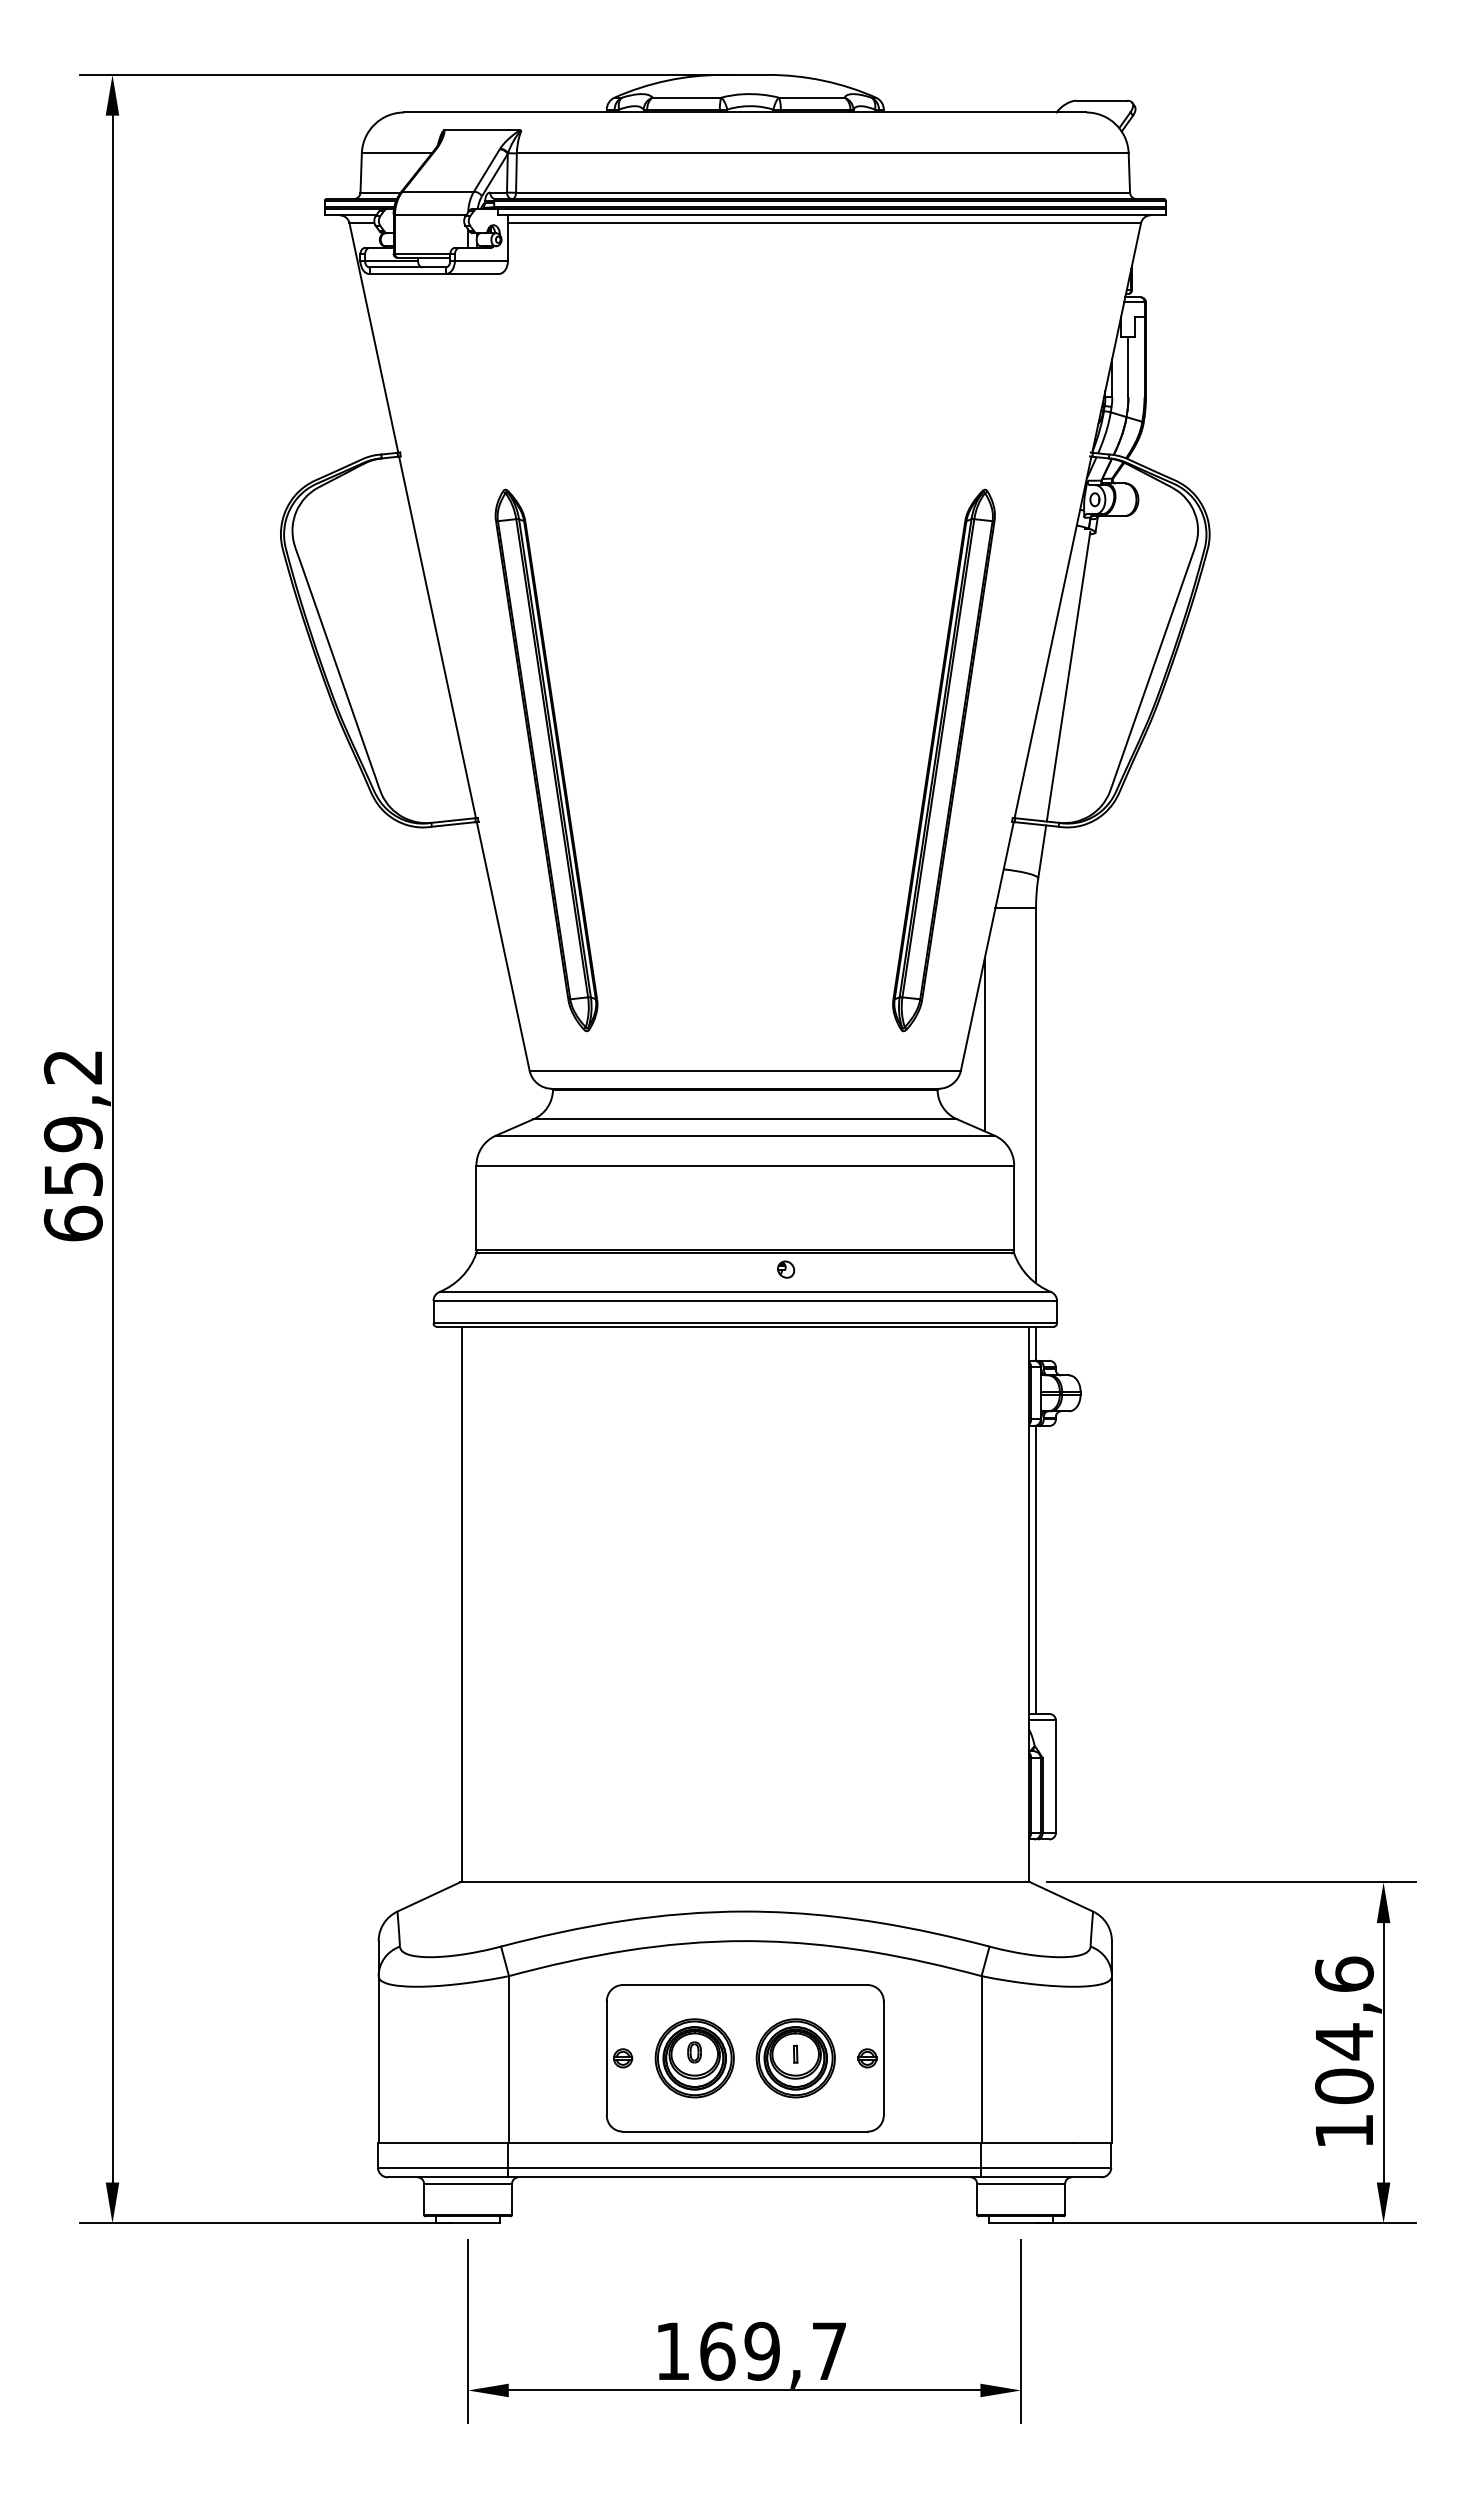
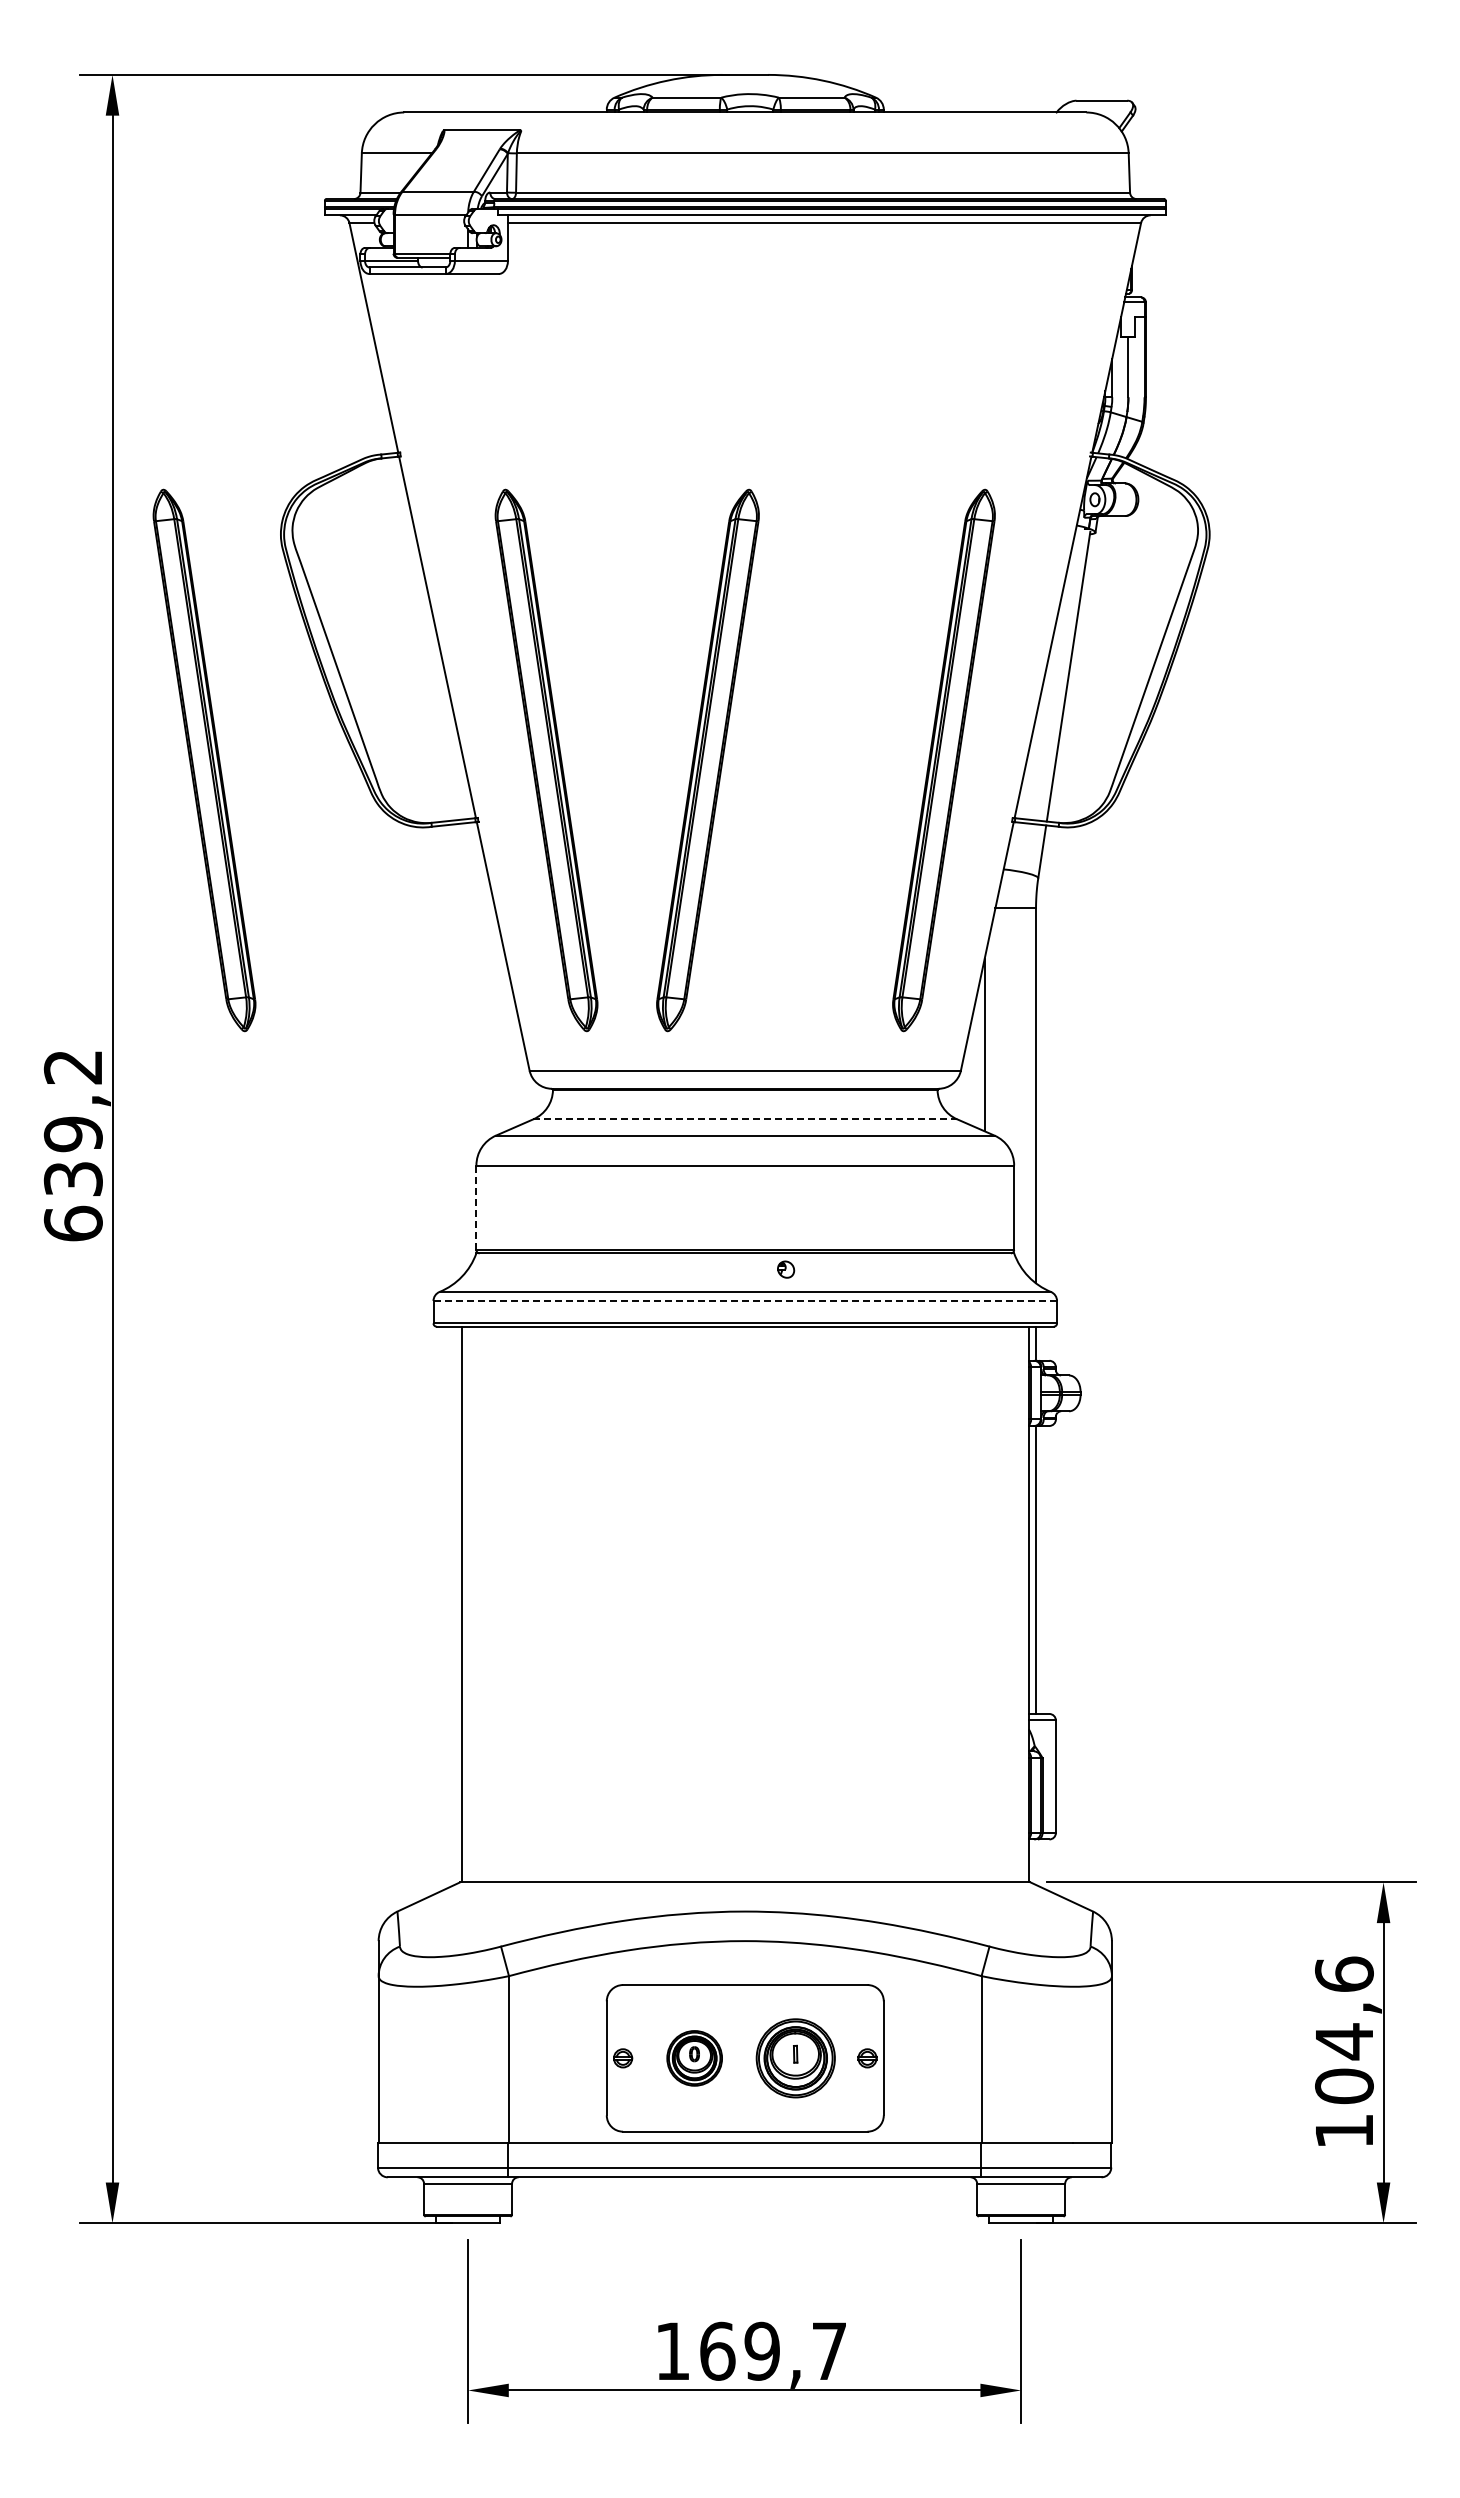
part at (204, 760): none -> present
part at (707, 760): none -> present
line at (745, 1119): solid -> dashed
text at (72, 1178): 659,2 -> 639,2
line at (476, 1208): solid -> dashed
line at (745, 1301): solid -> dashed
part at (694, 2058) size: 81x81 px -> 57x57 px
